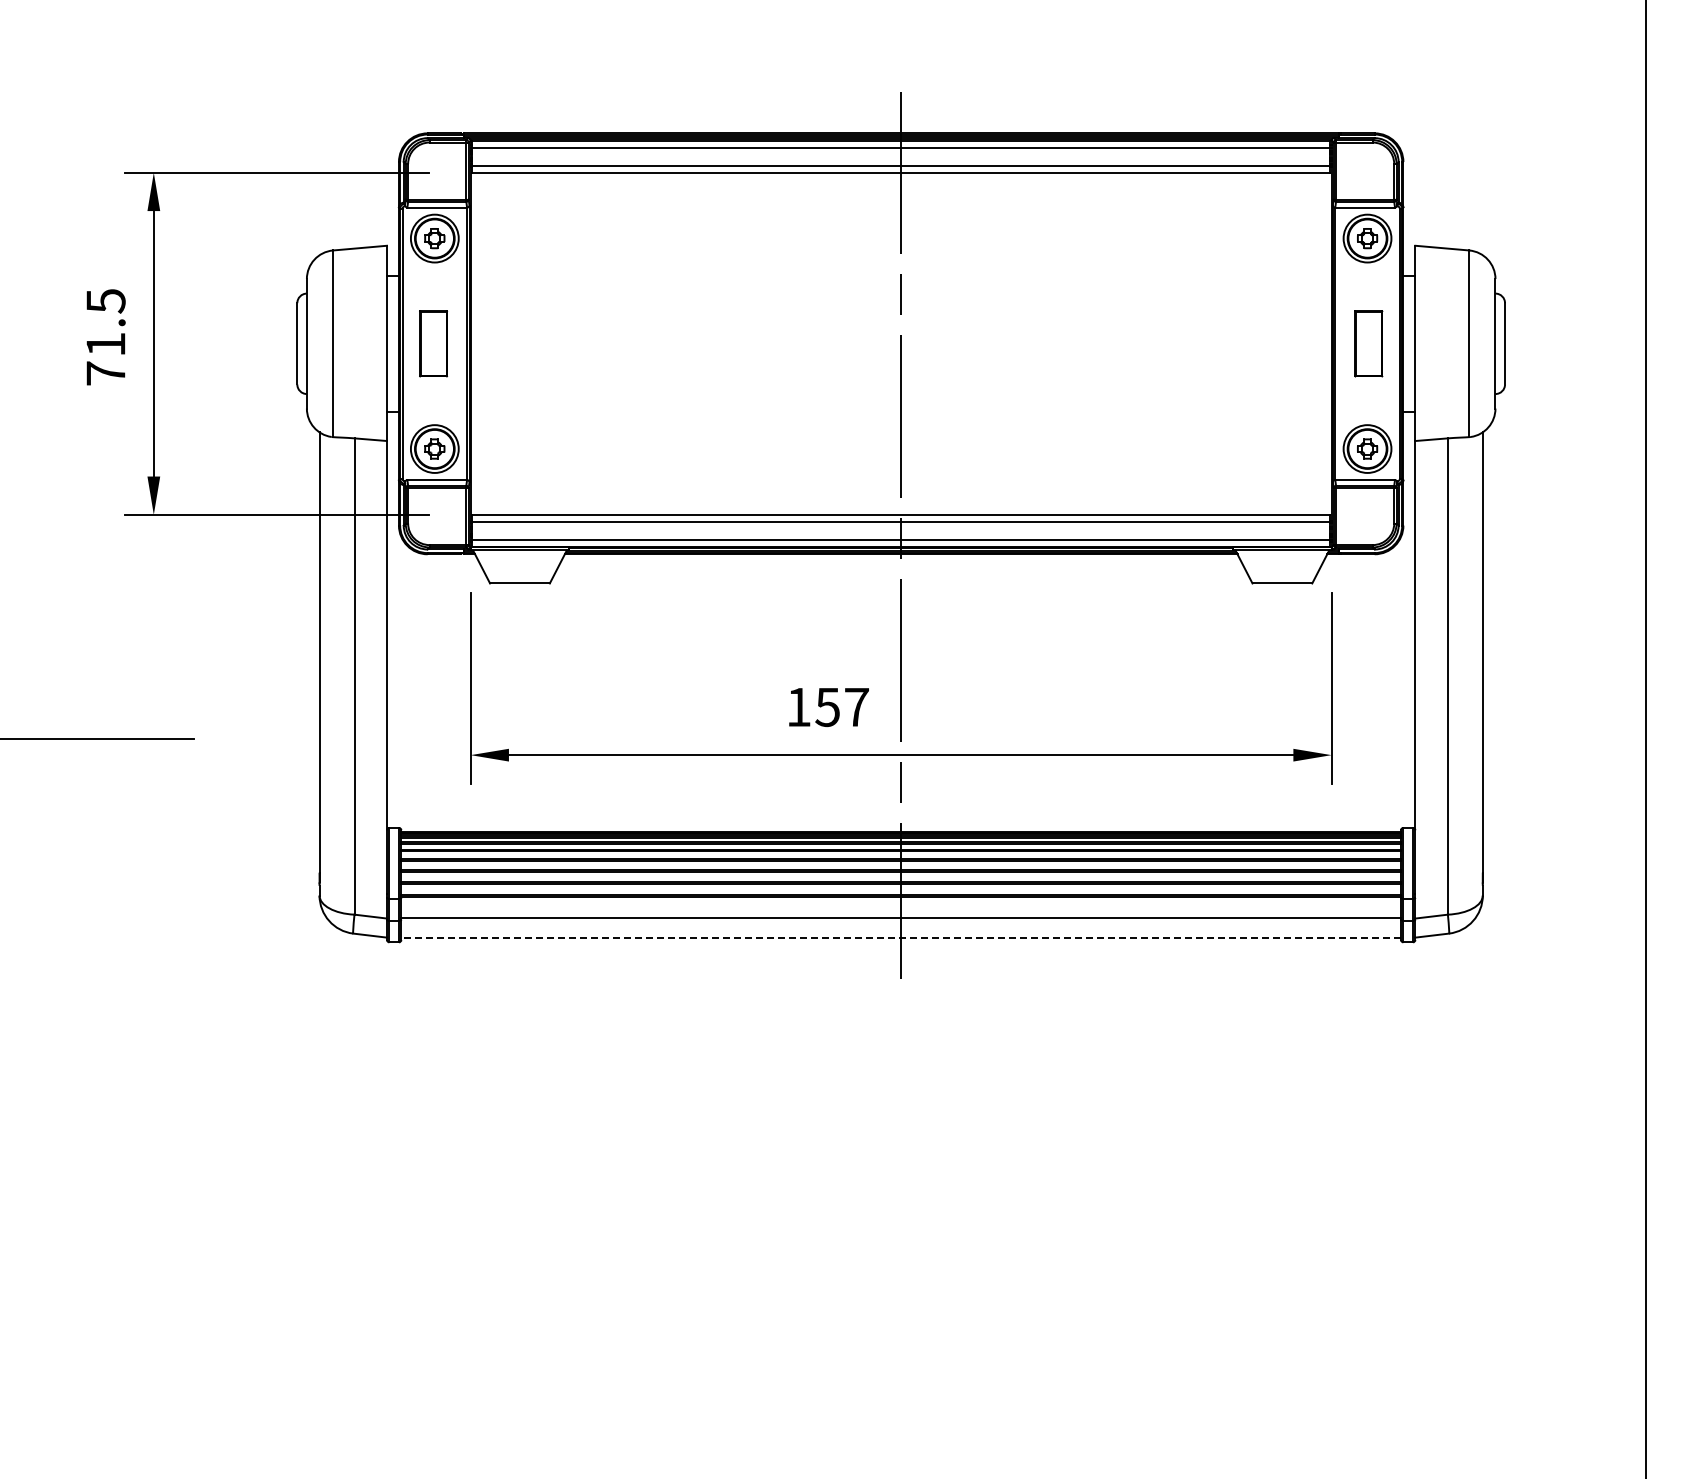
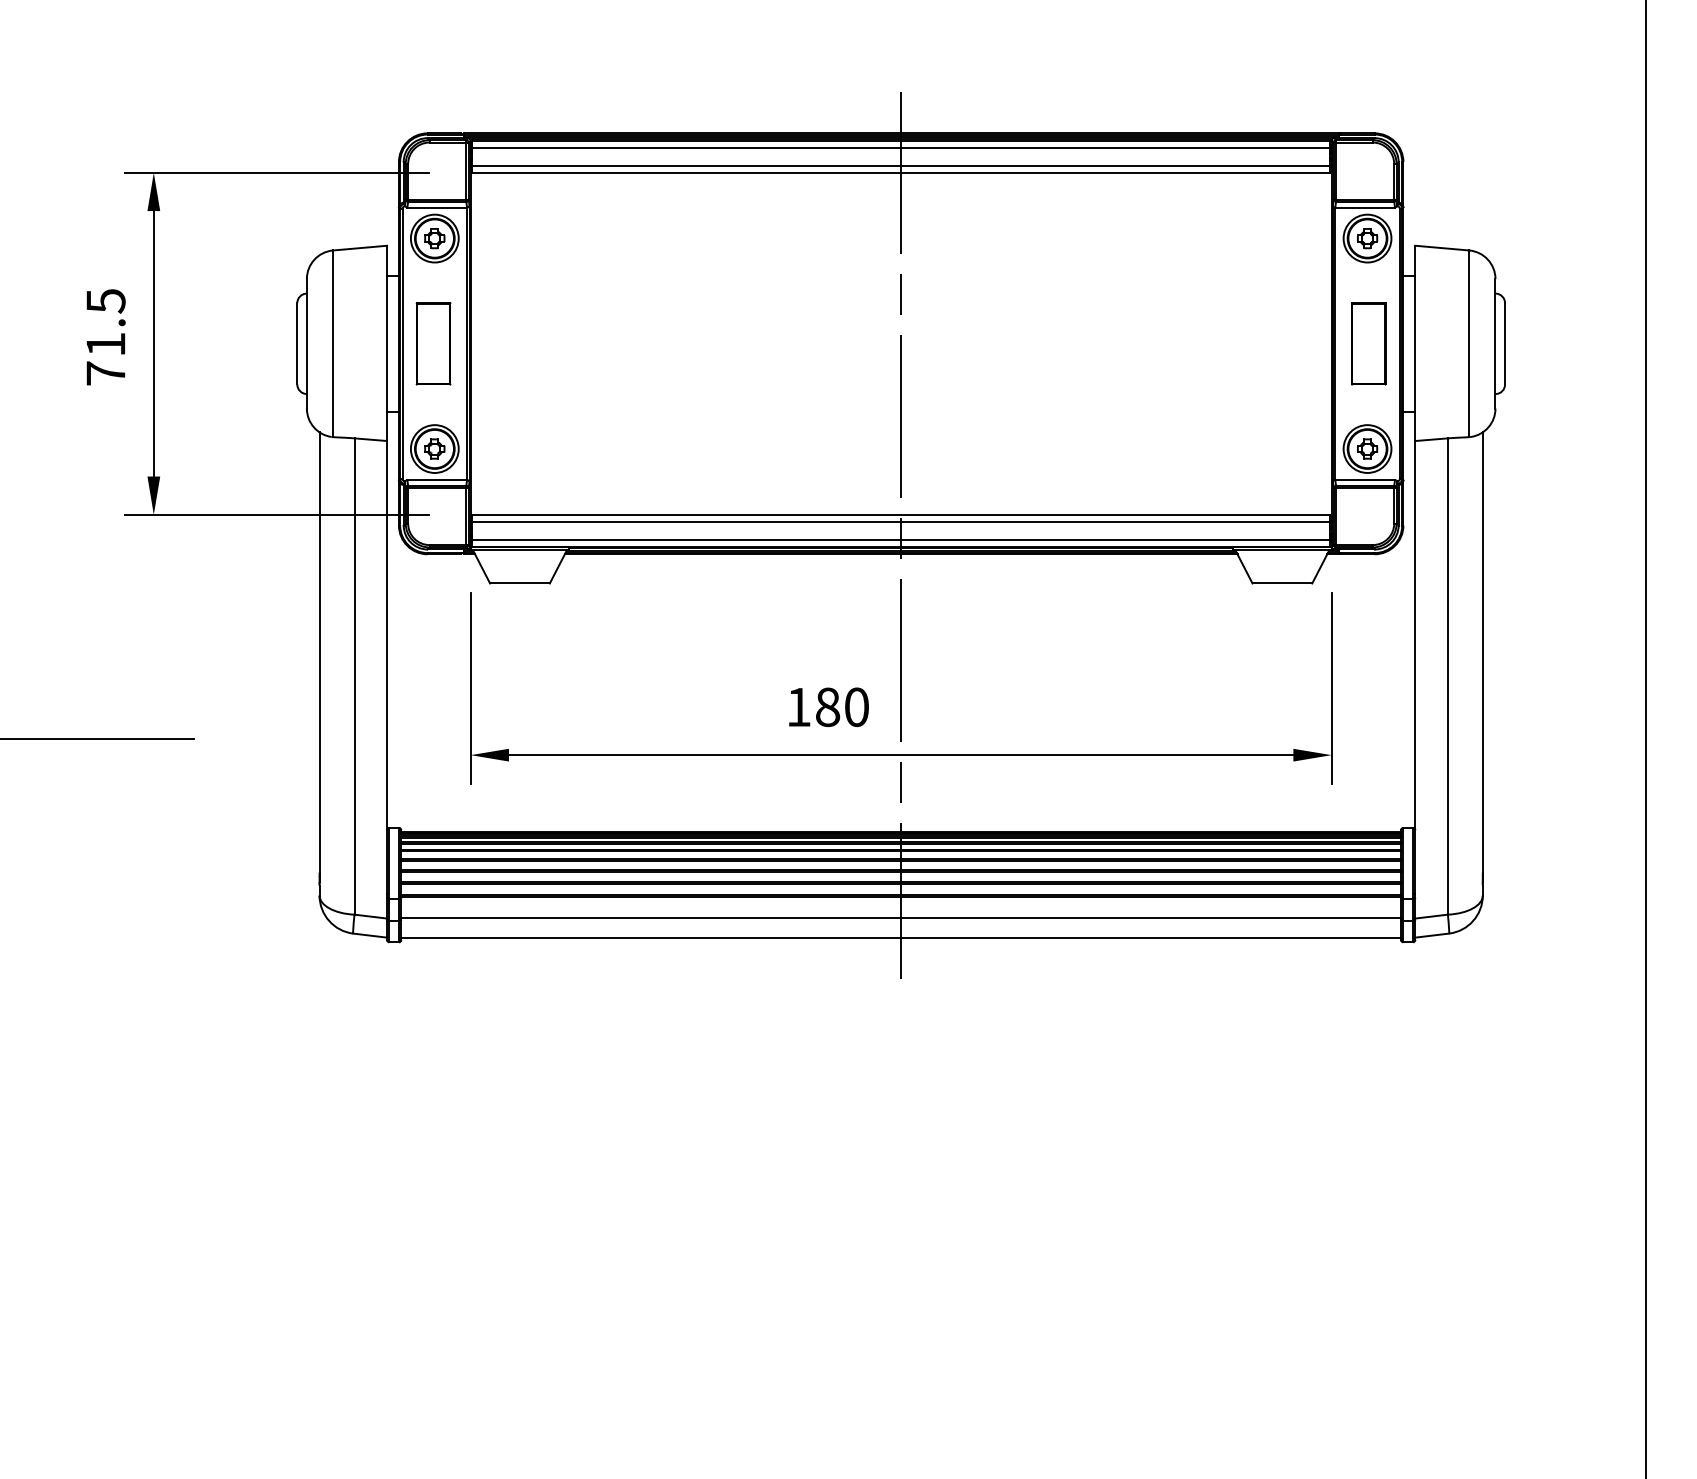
part at (433, 343) size: 29x68 px -> 37x84 px
part at (1368, 343) size: 30x68 px -> 36x84 px
text at (841, 707): 157 -> 180
line at (901, 937): dashed -> solid
